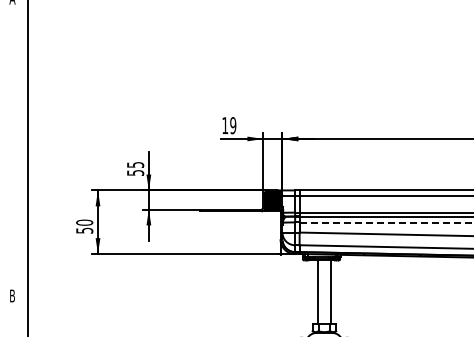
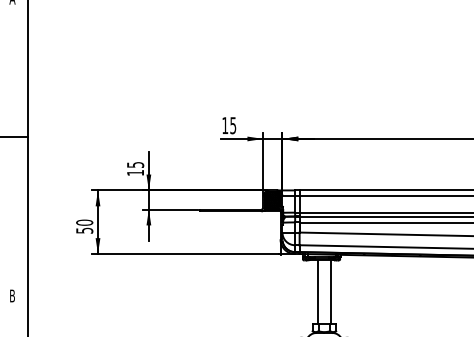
text at (233, 125): 19 -> 15
line at (15, 136): none -> present
text at (135, 172): 55 -> 15
line at (386, 222): dashed -> solid
